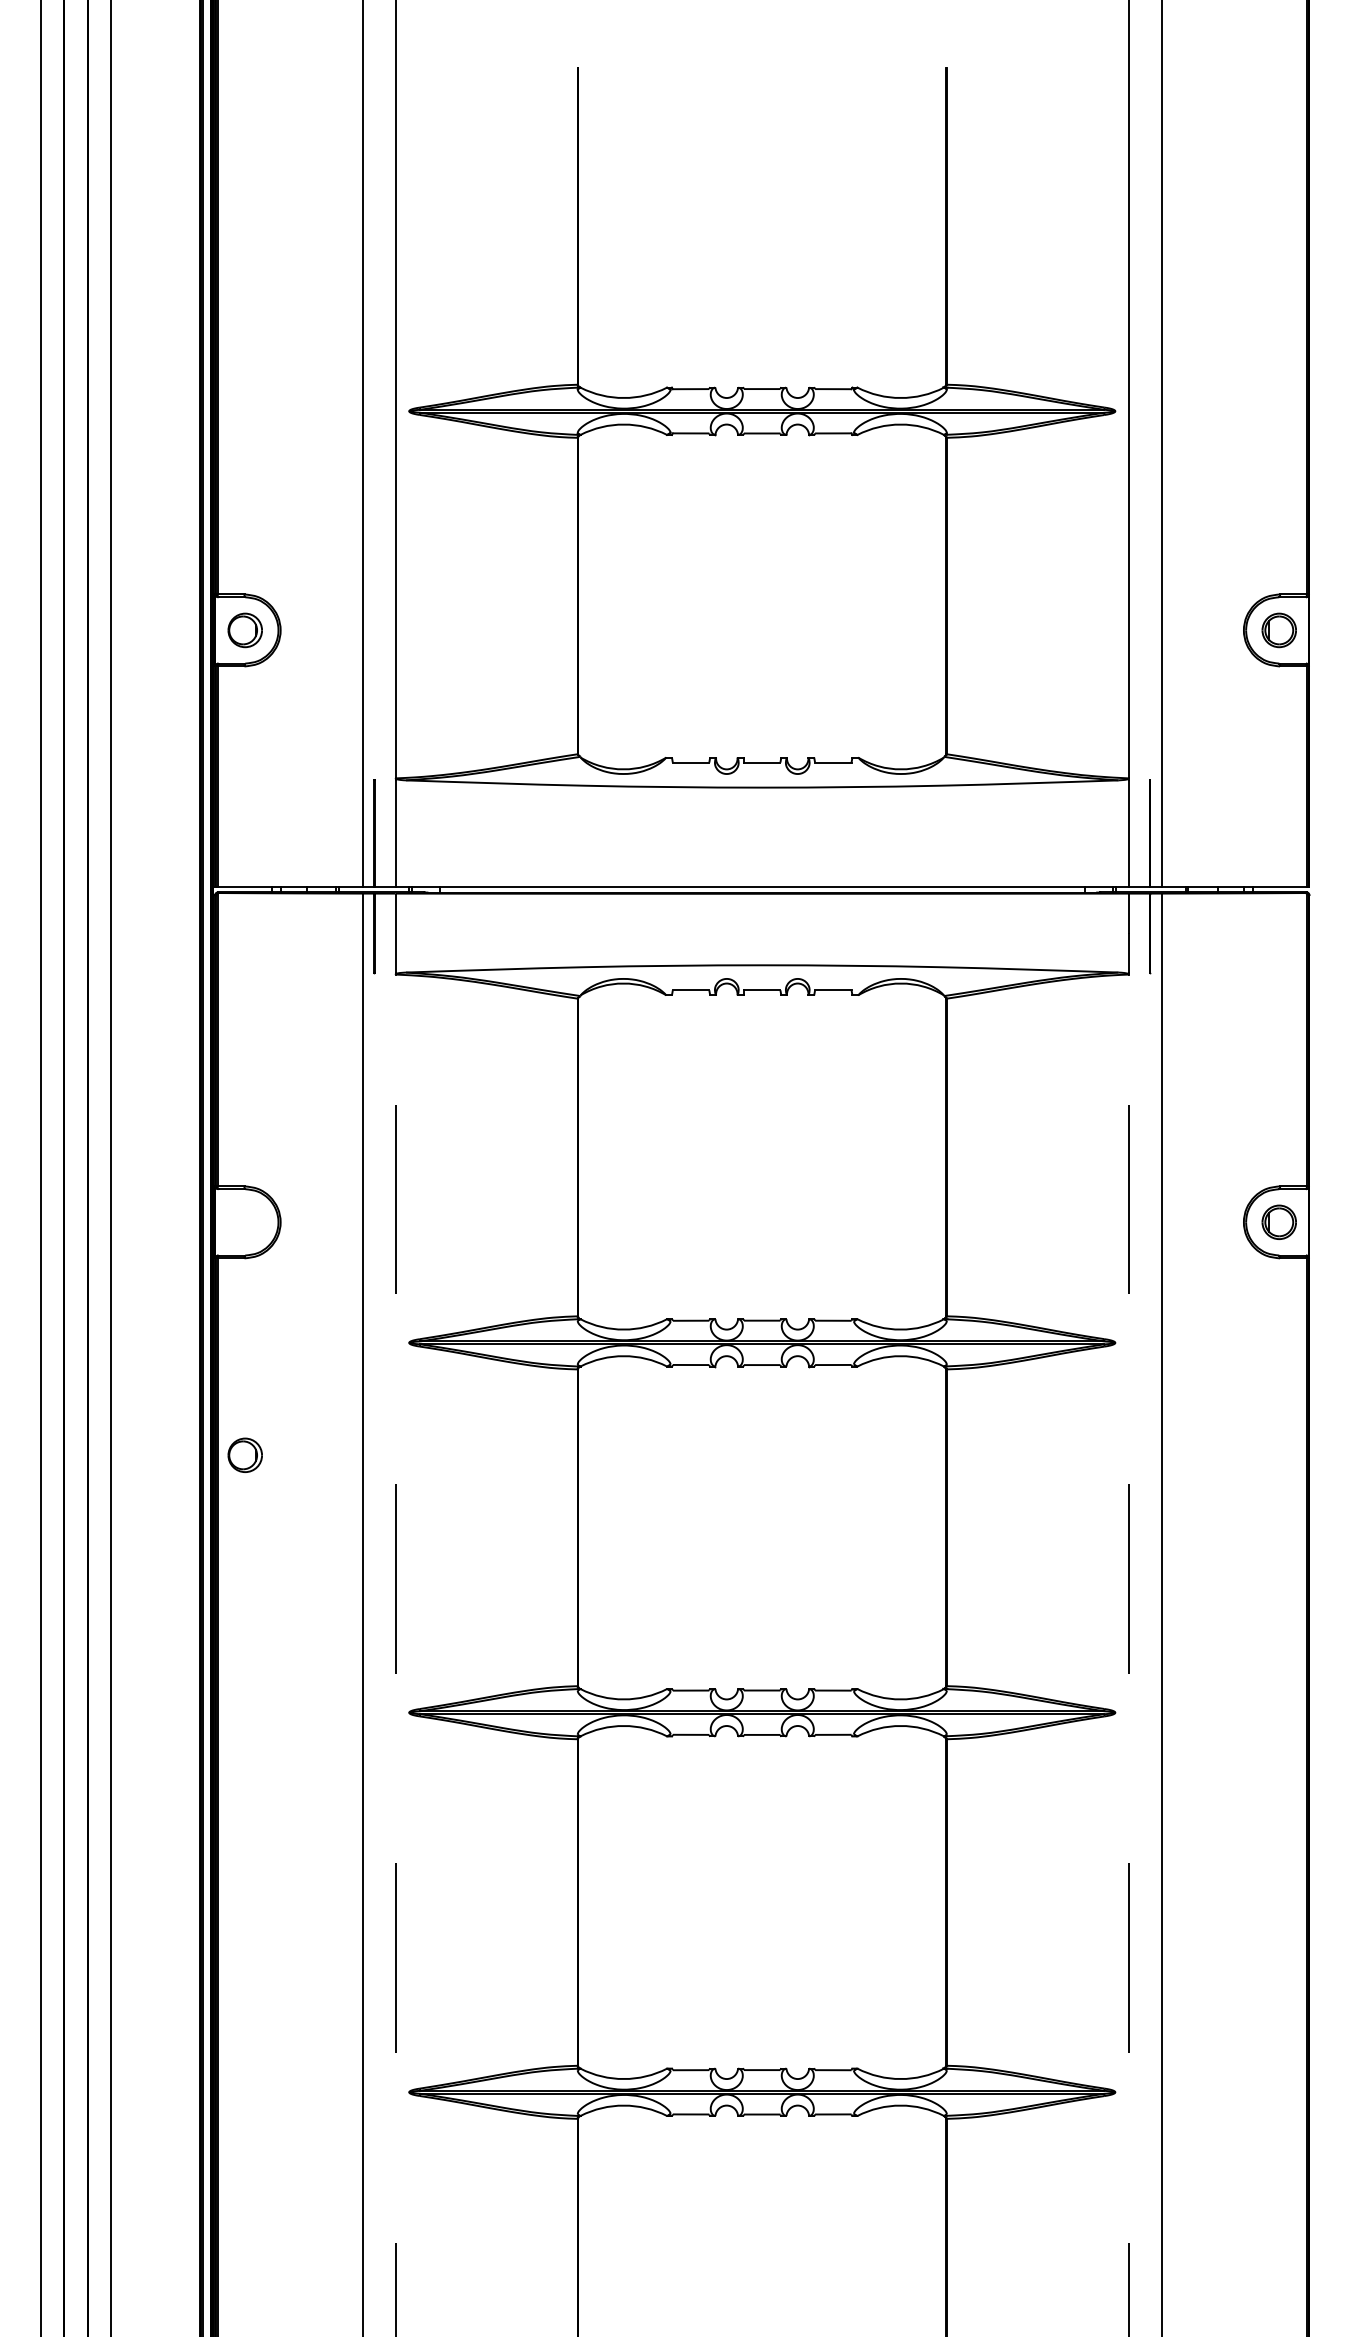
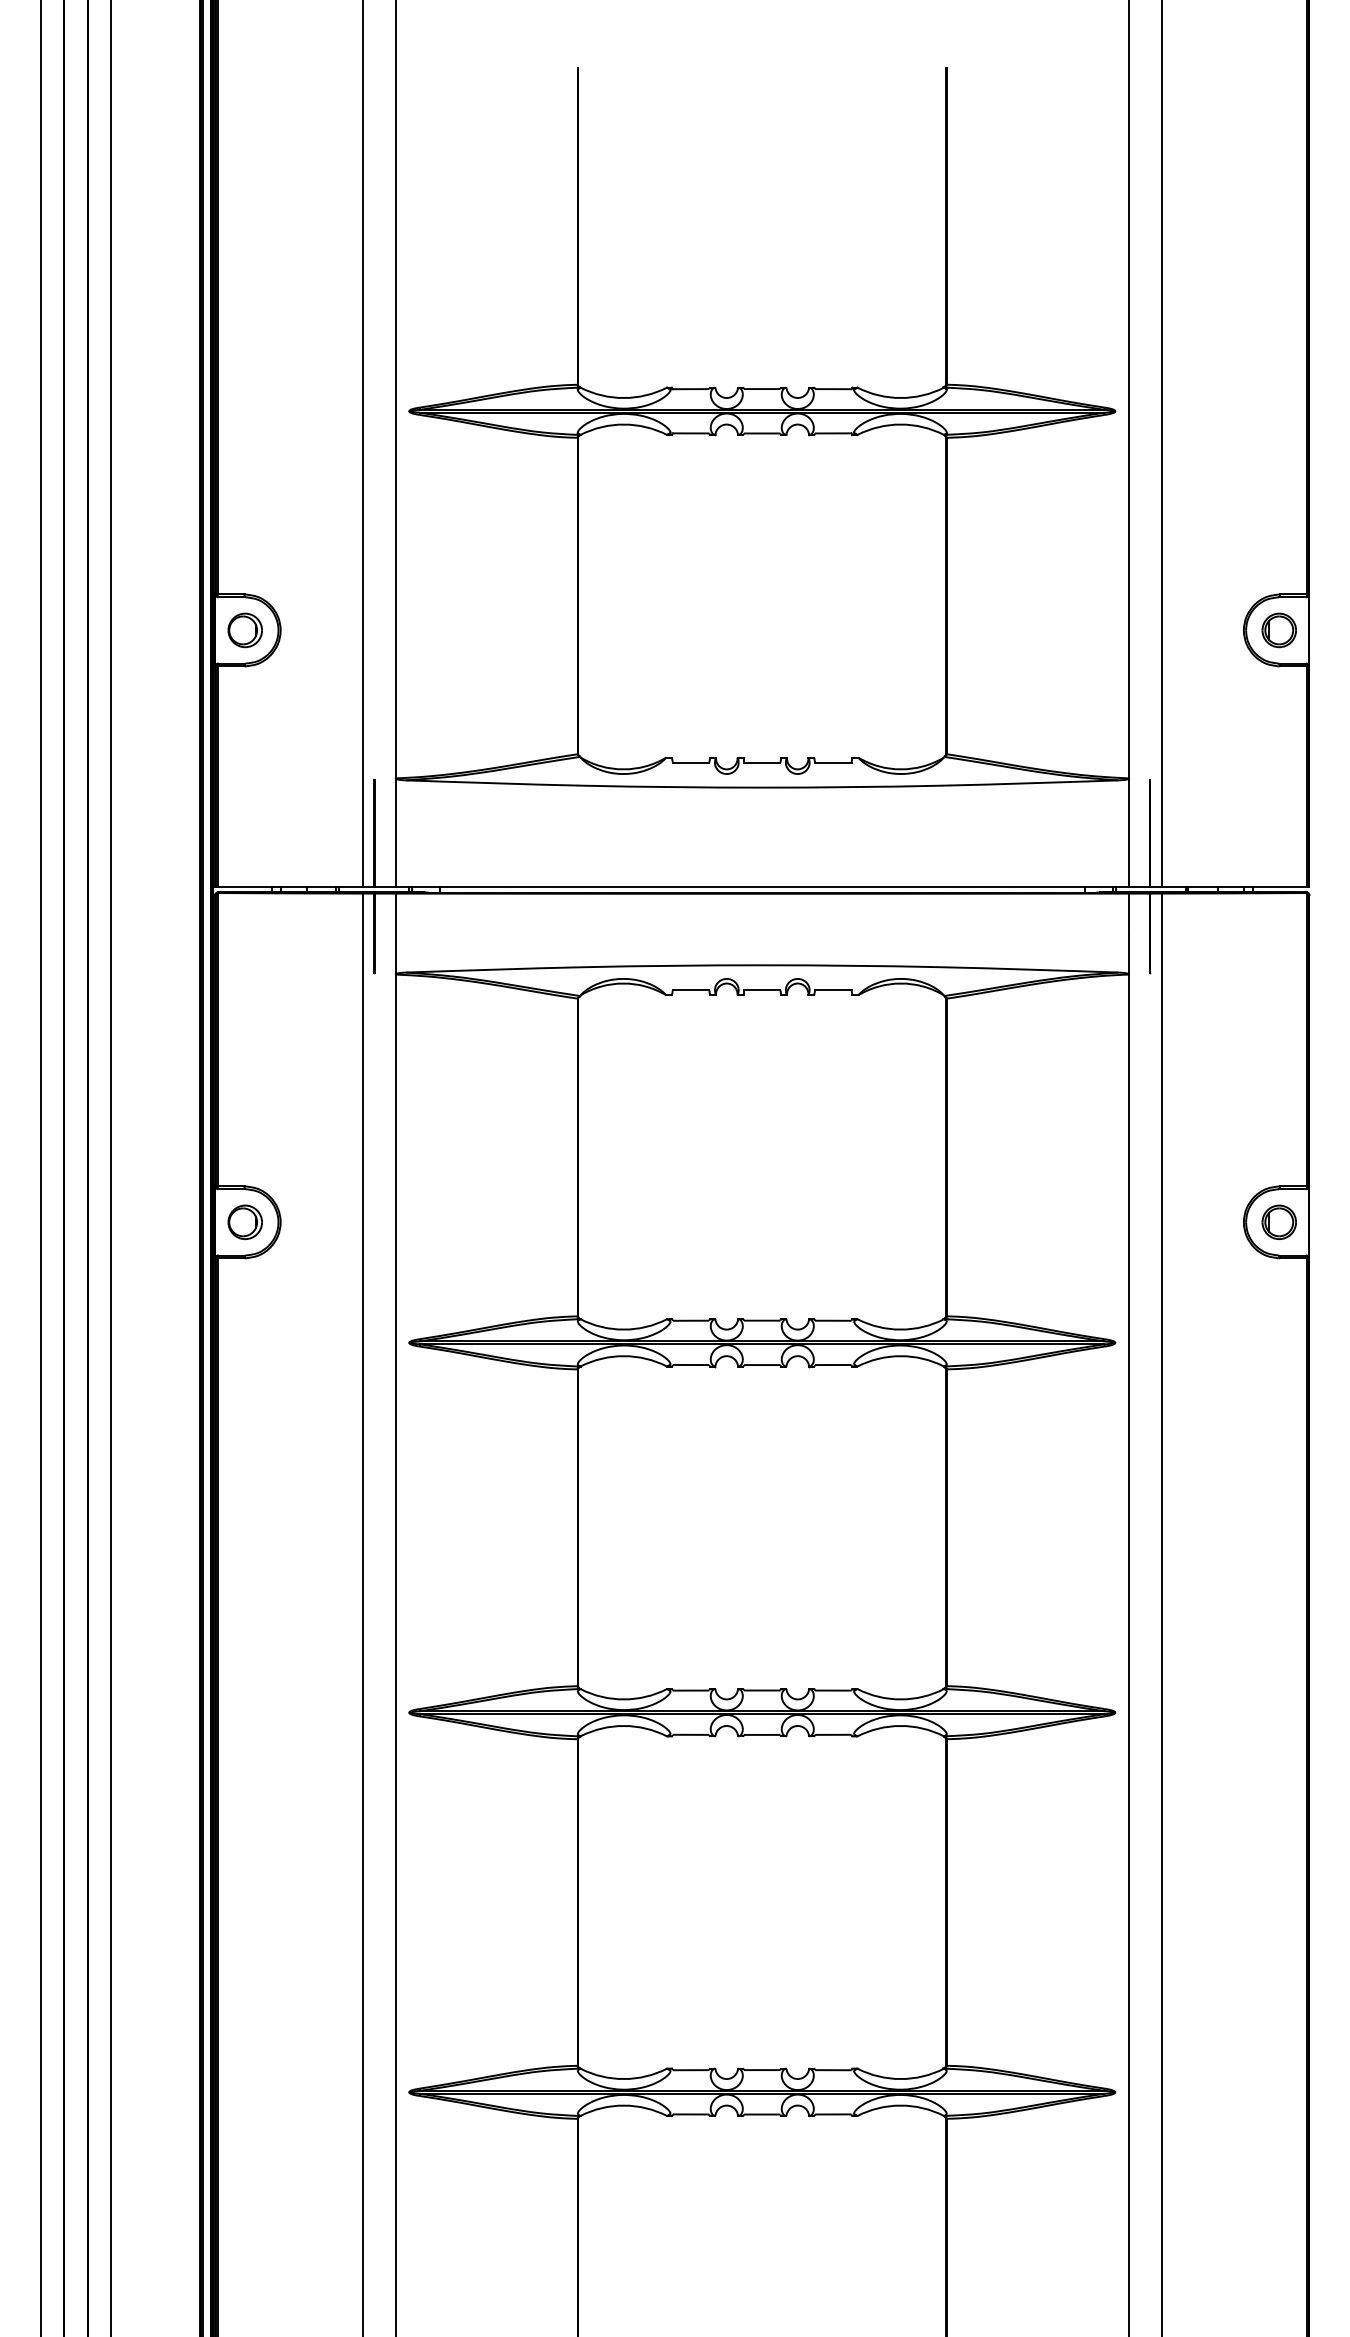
part at (244, 1454) position: (244, 1454) -> (244, 1221)
line at (395, 1655): dashed -> solid
line at (1128, 1655): dashed -> solid
